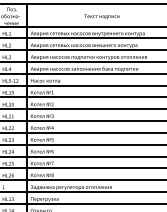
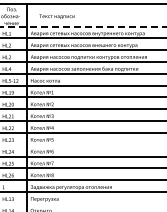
text at (101, 16) position: (101, 16) -> (56, 16)
line at (83, 26): solid -> dashed
line at (82, 144): present -> none
line at (82, 203): present -> none
